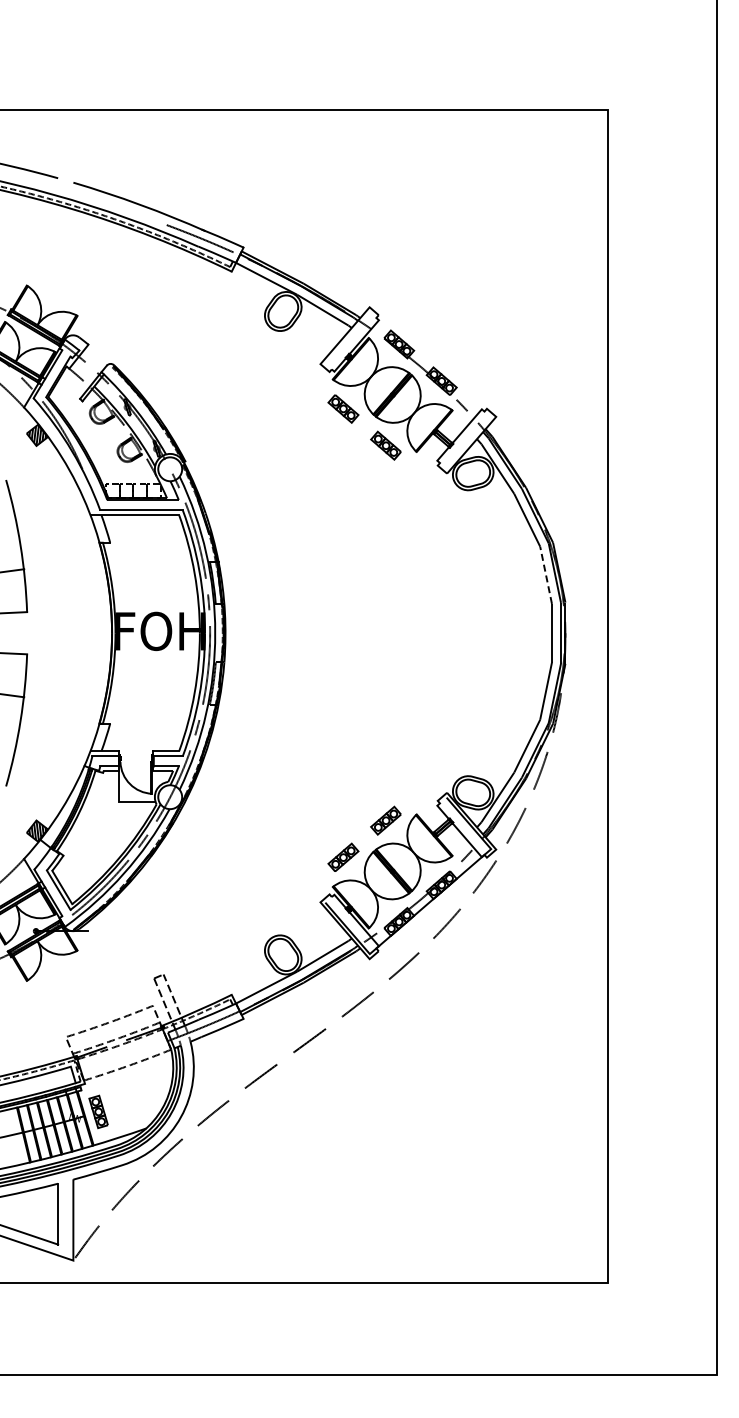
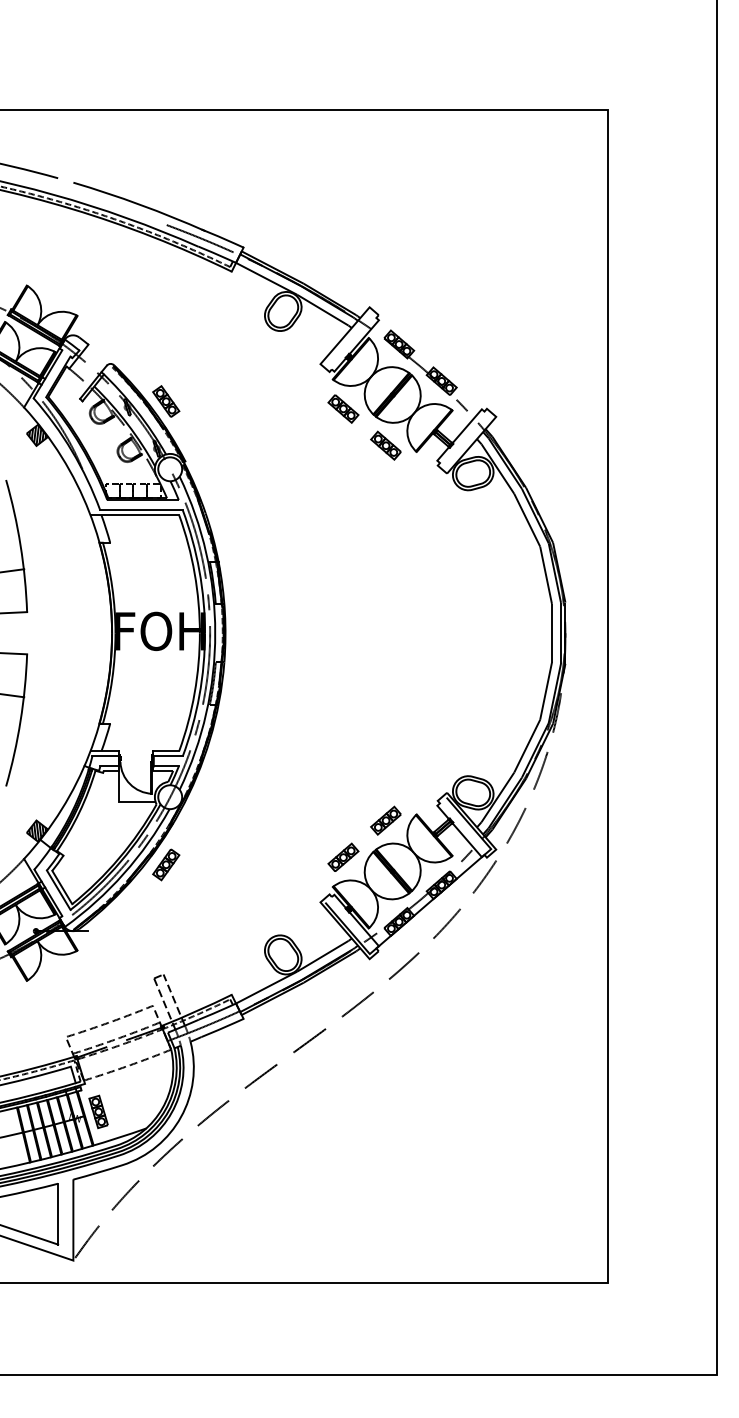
part at (166, 401): none -> present
line at (545, 574): dashed -> solid
part at (166, 864): none -> present
